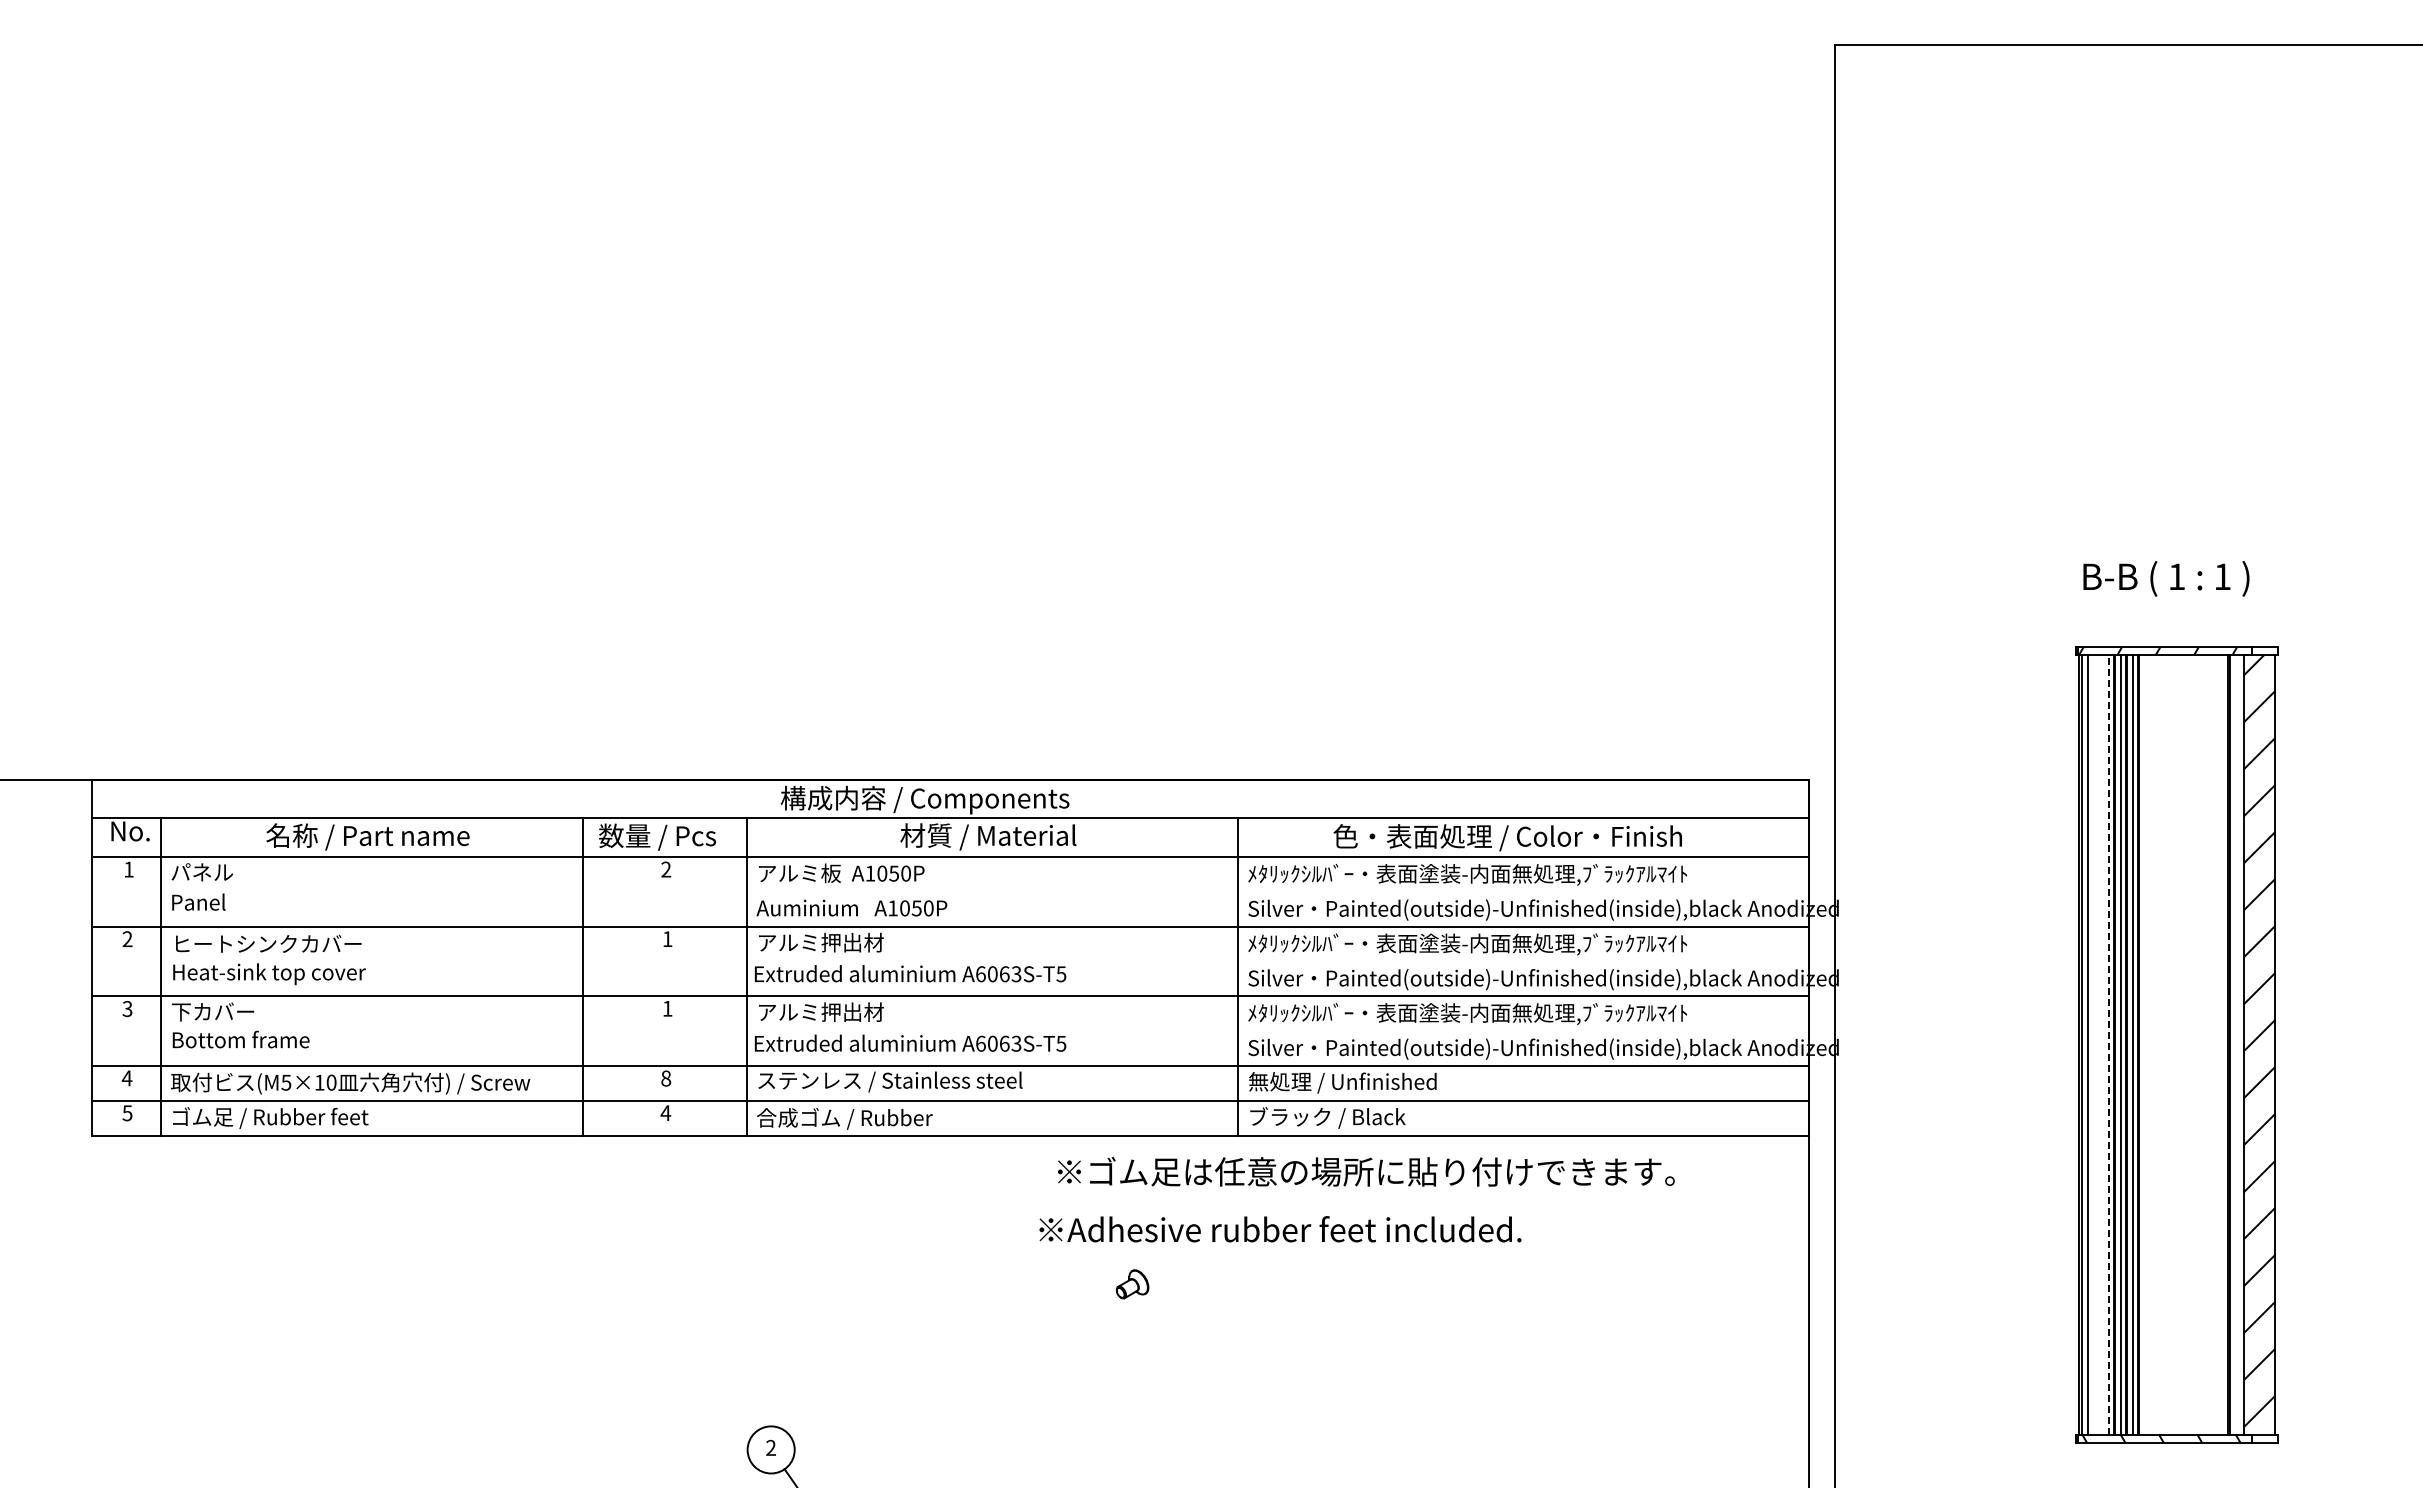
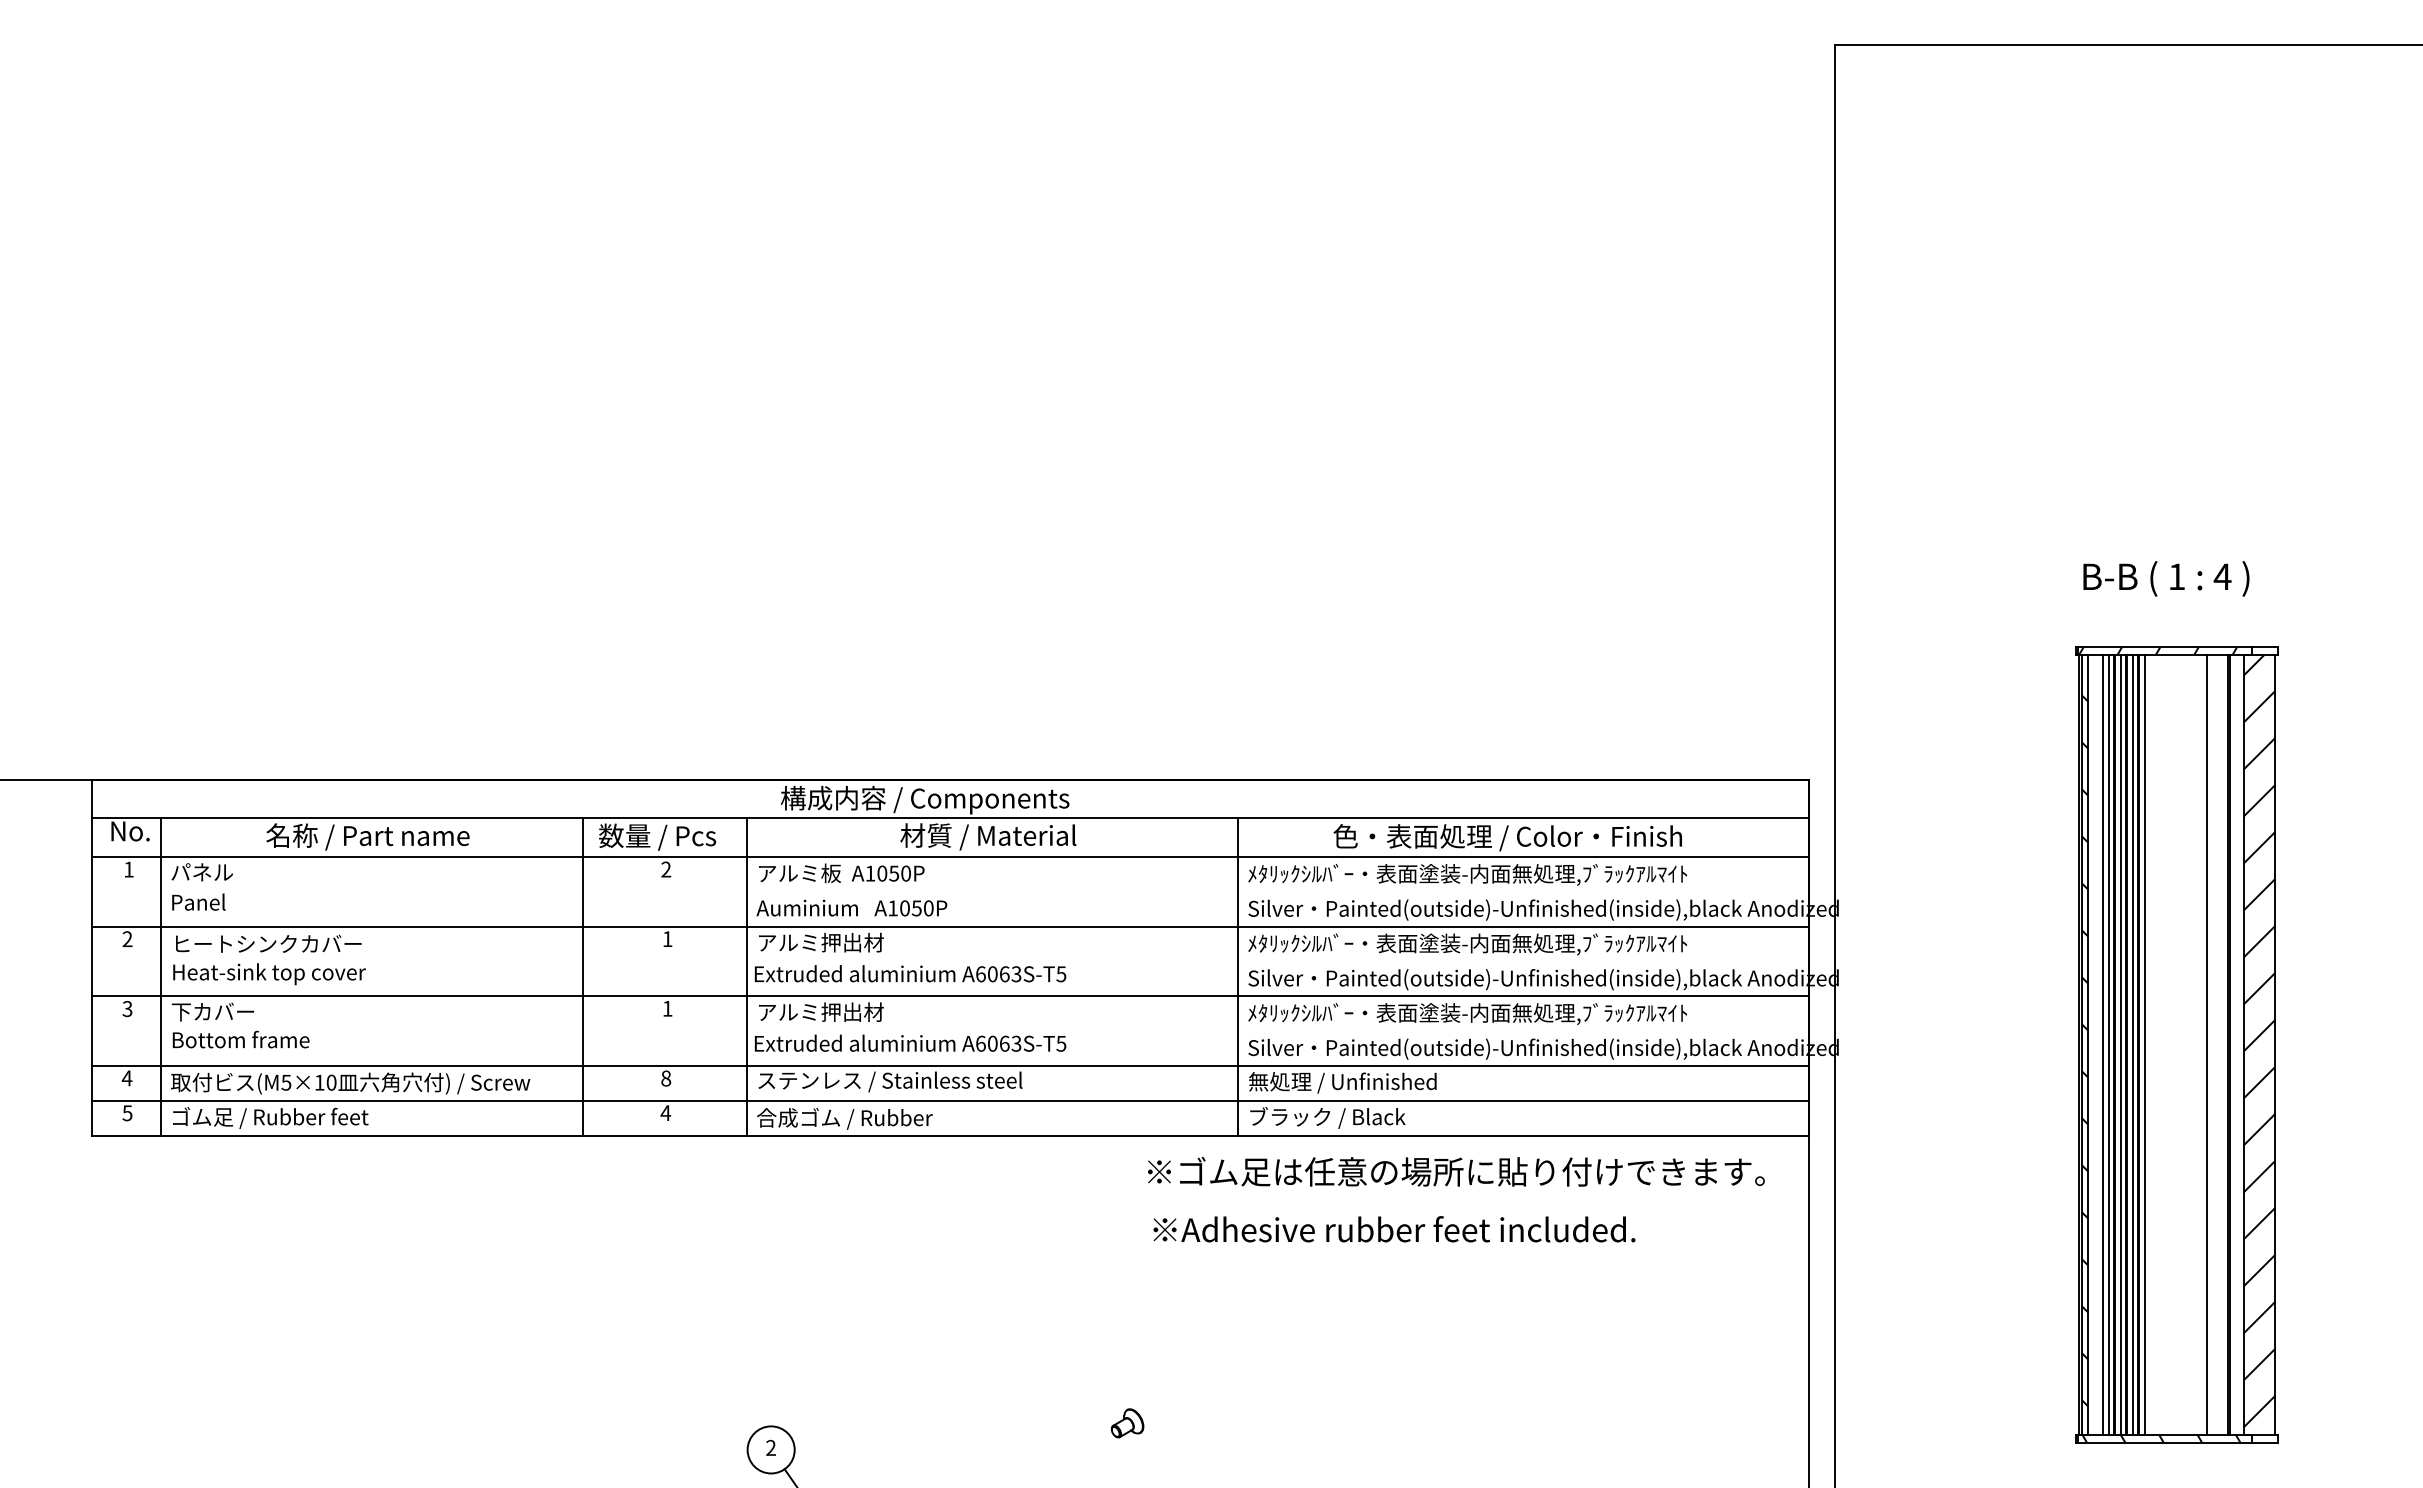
text at (2222, 576): 1 -> 4
line at (2103, 1044): none -> present
line at (2109, 1044): dashed -> solid
line at (2144, 1044): none -> present
line at (2207, 1044): none -> present
hatch at (2084, 1050): none -> present
text at (1366, 1171) position: (1366, 1171) -> (1456, 1171)
text at (1280, 1229) position: (1280, 1229) -> (1394, 1229)
part at (1132, 1284) position: (1132, 1284) -> (1127, 1423)
